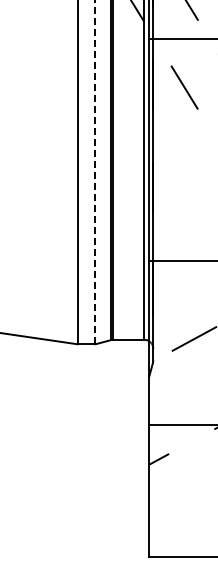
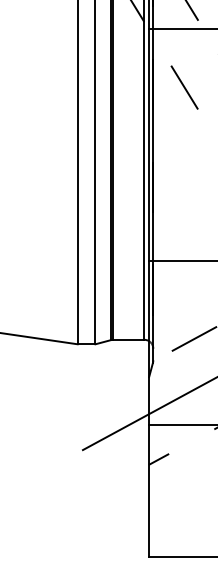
line at (181, 38) position: (181, 38) -> (181, 28)
line at (95, 172): dashed -> solid
line at (148, 414): none -> present
